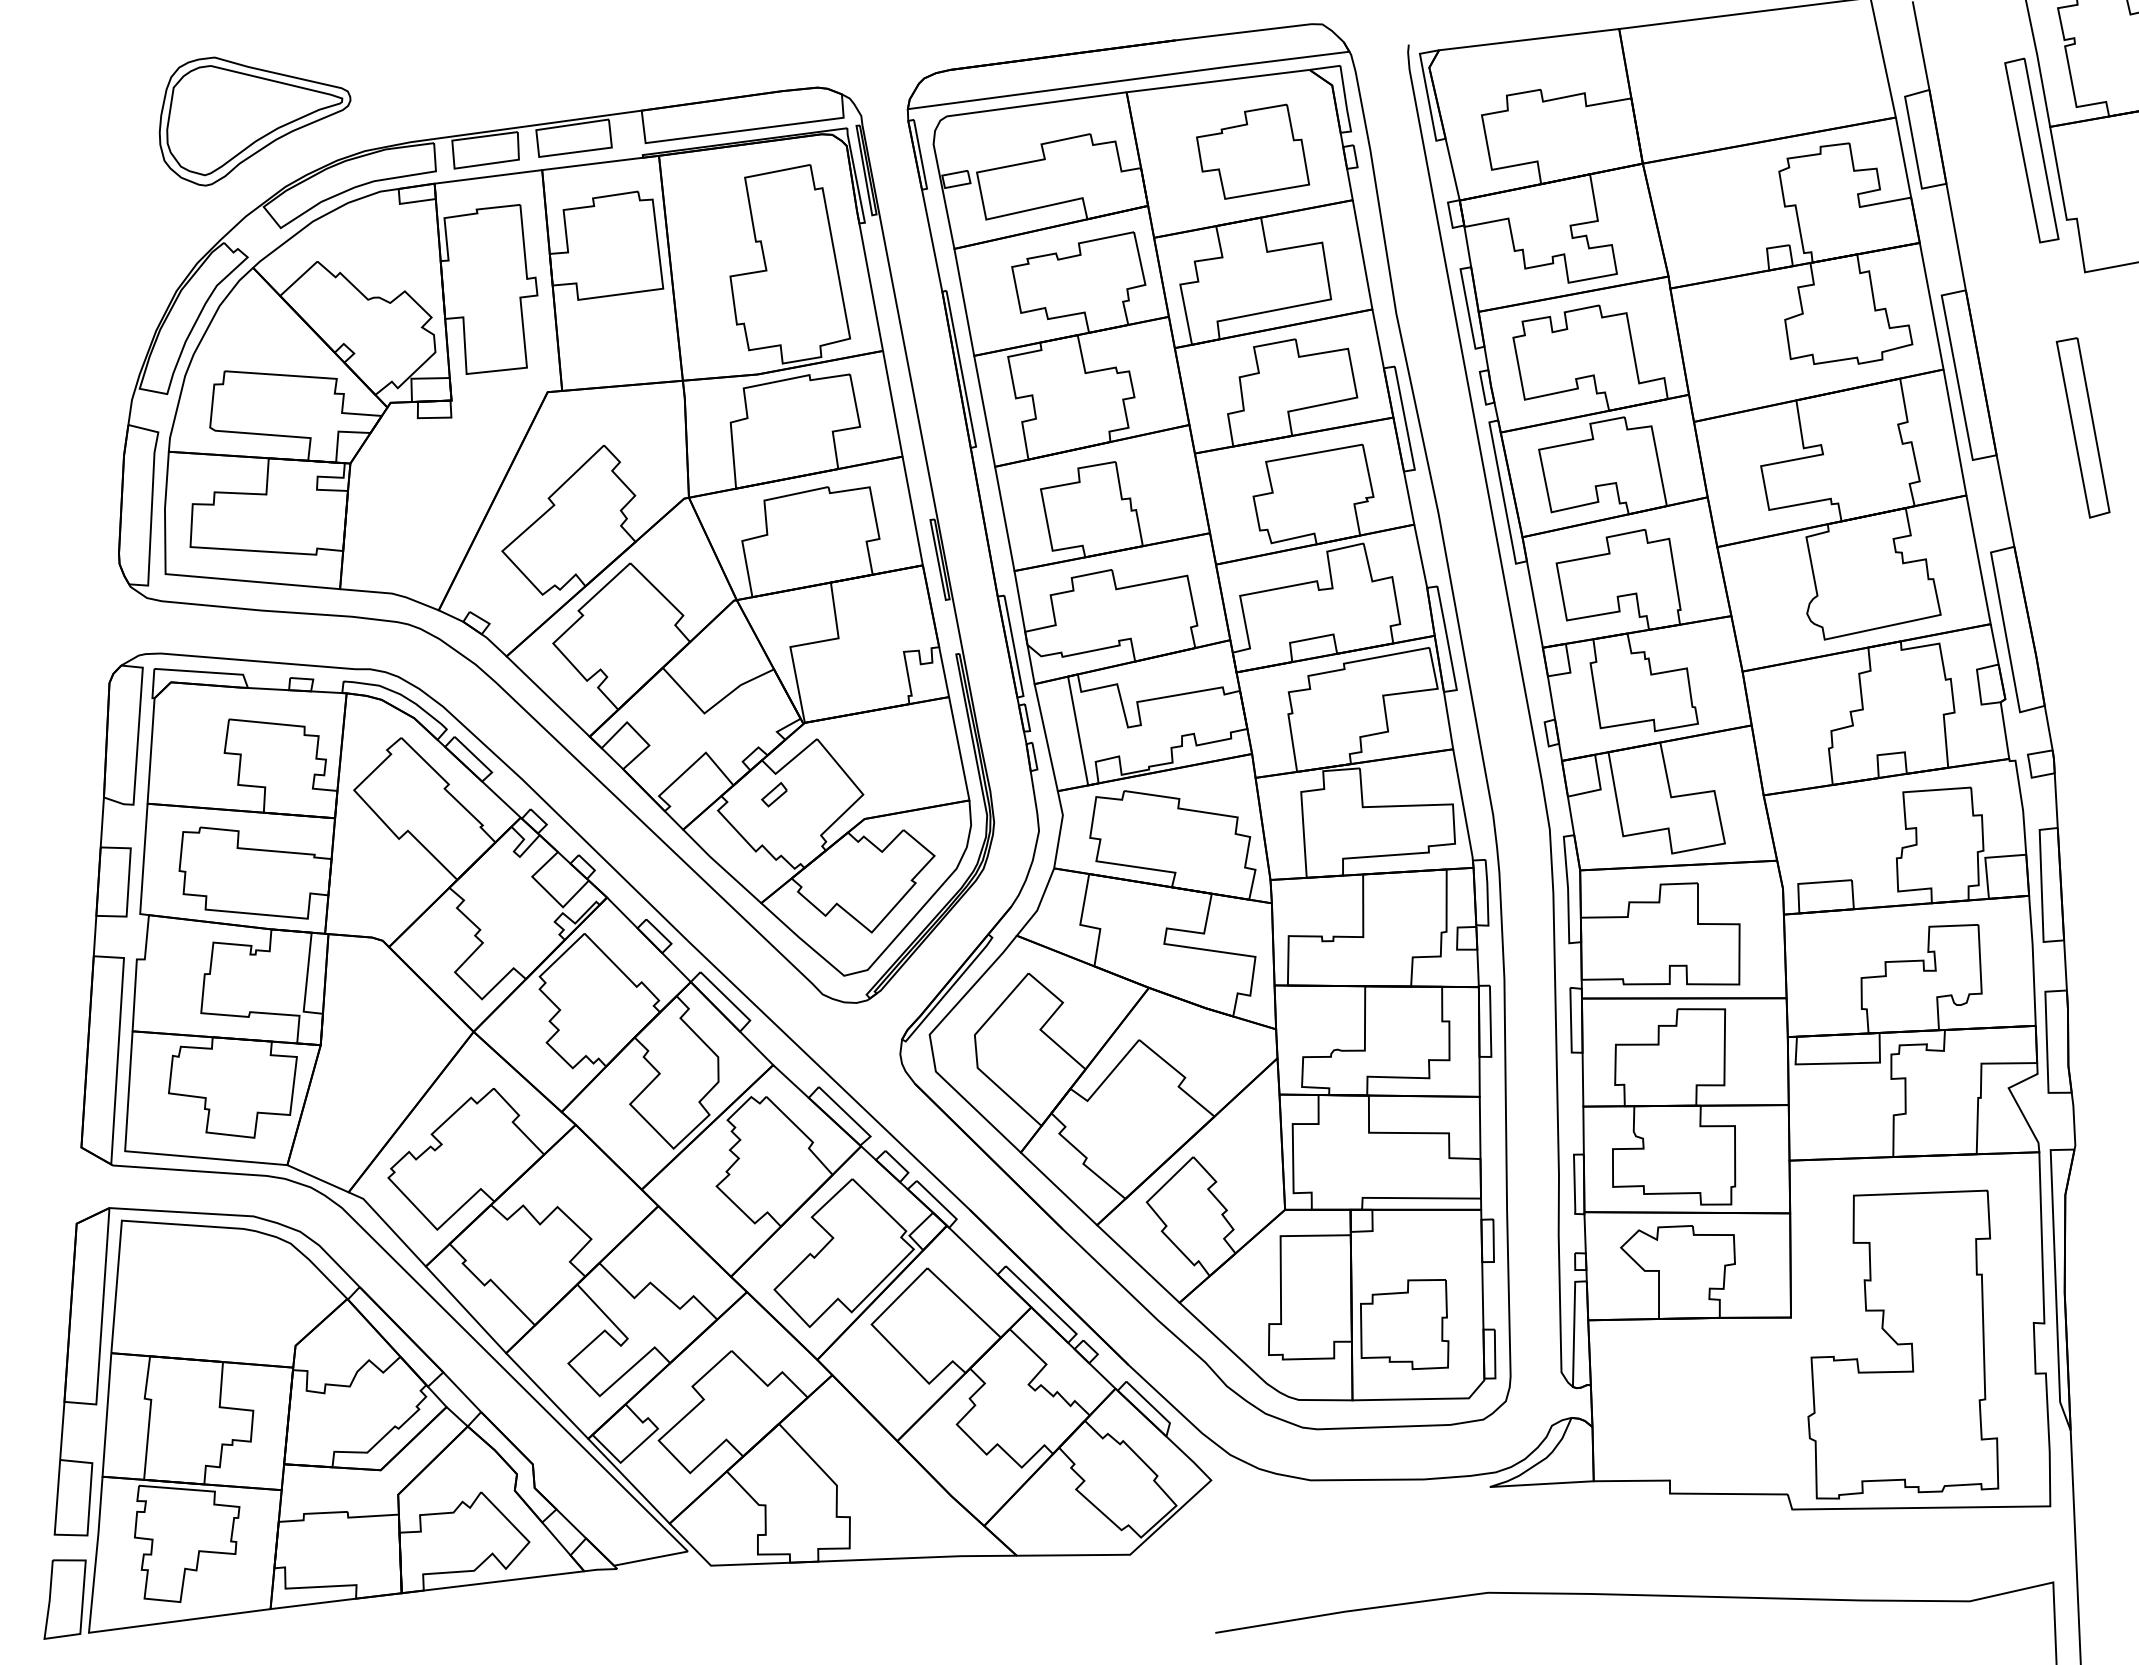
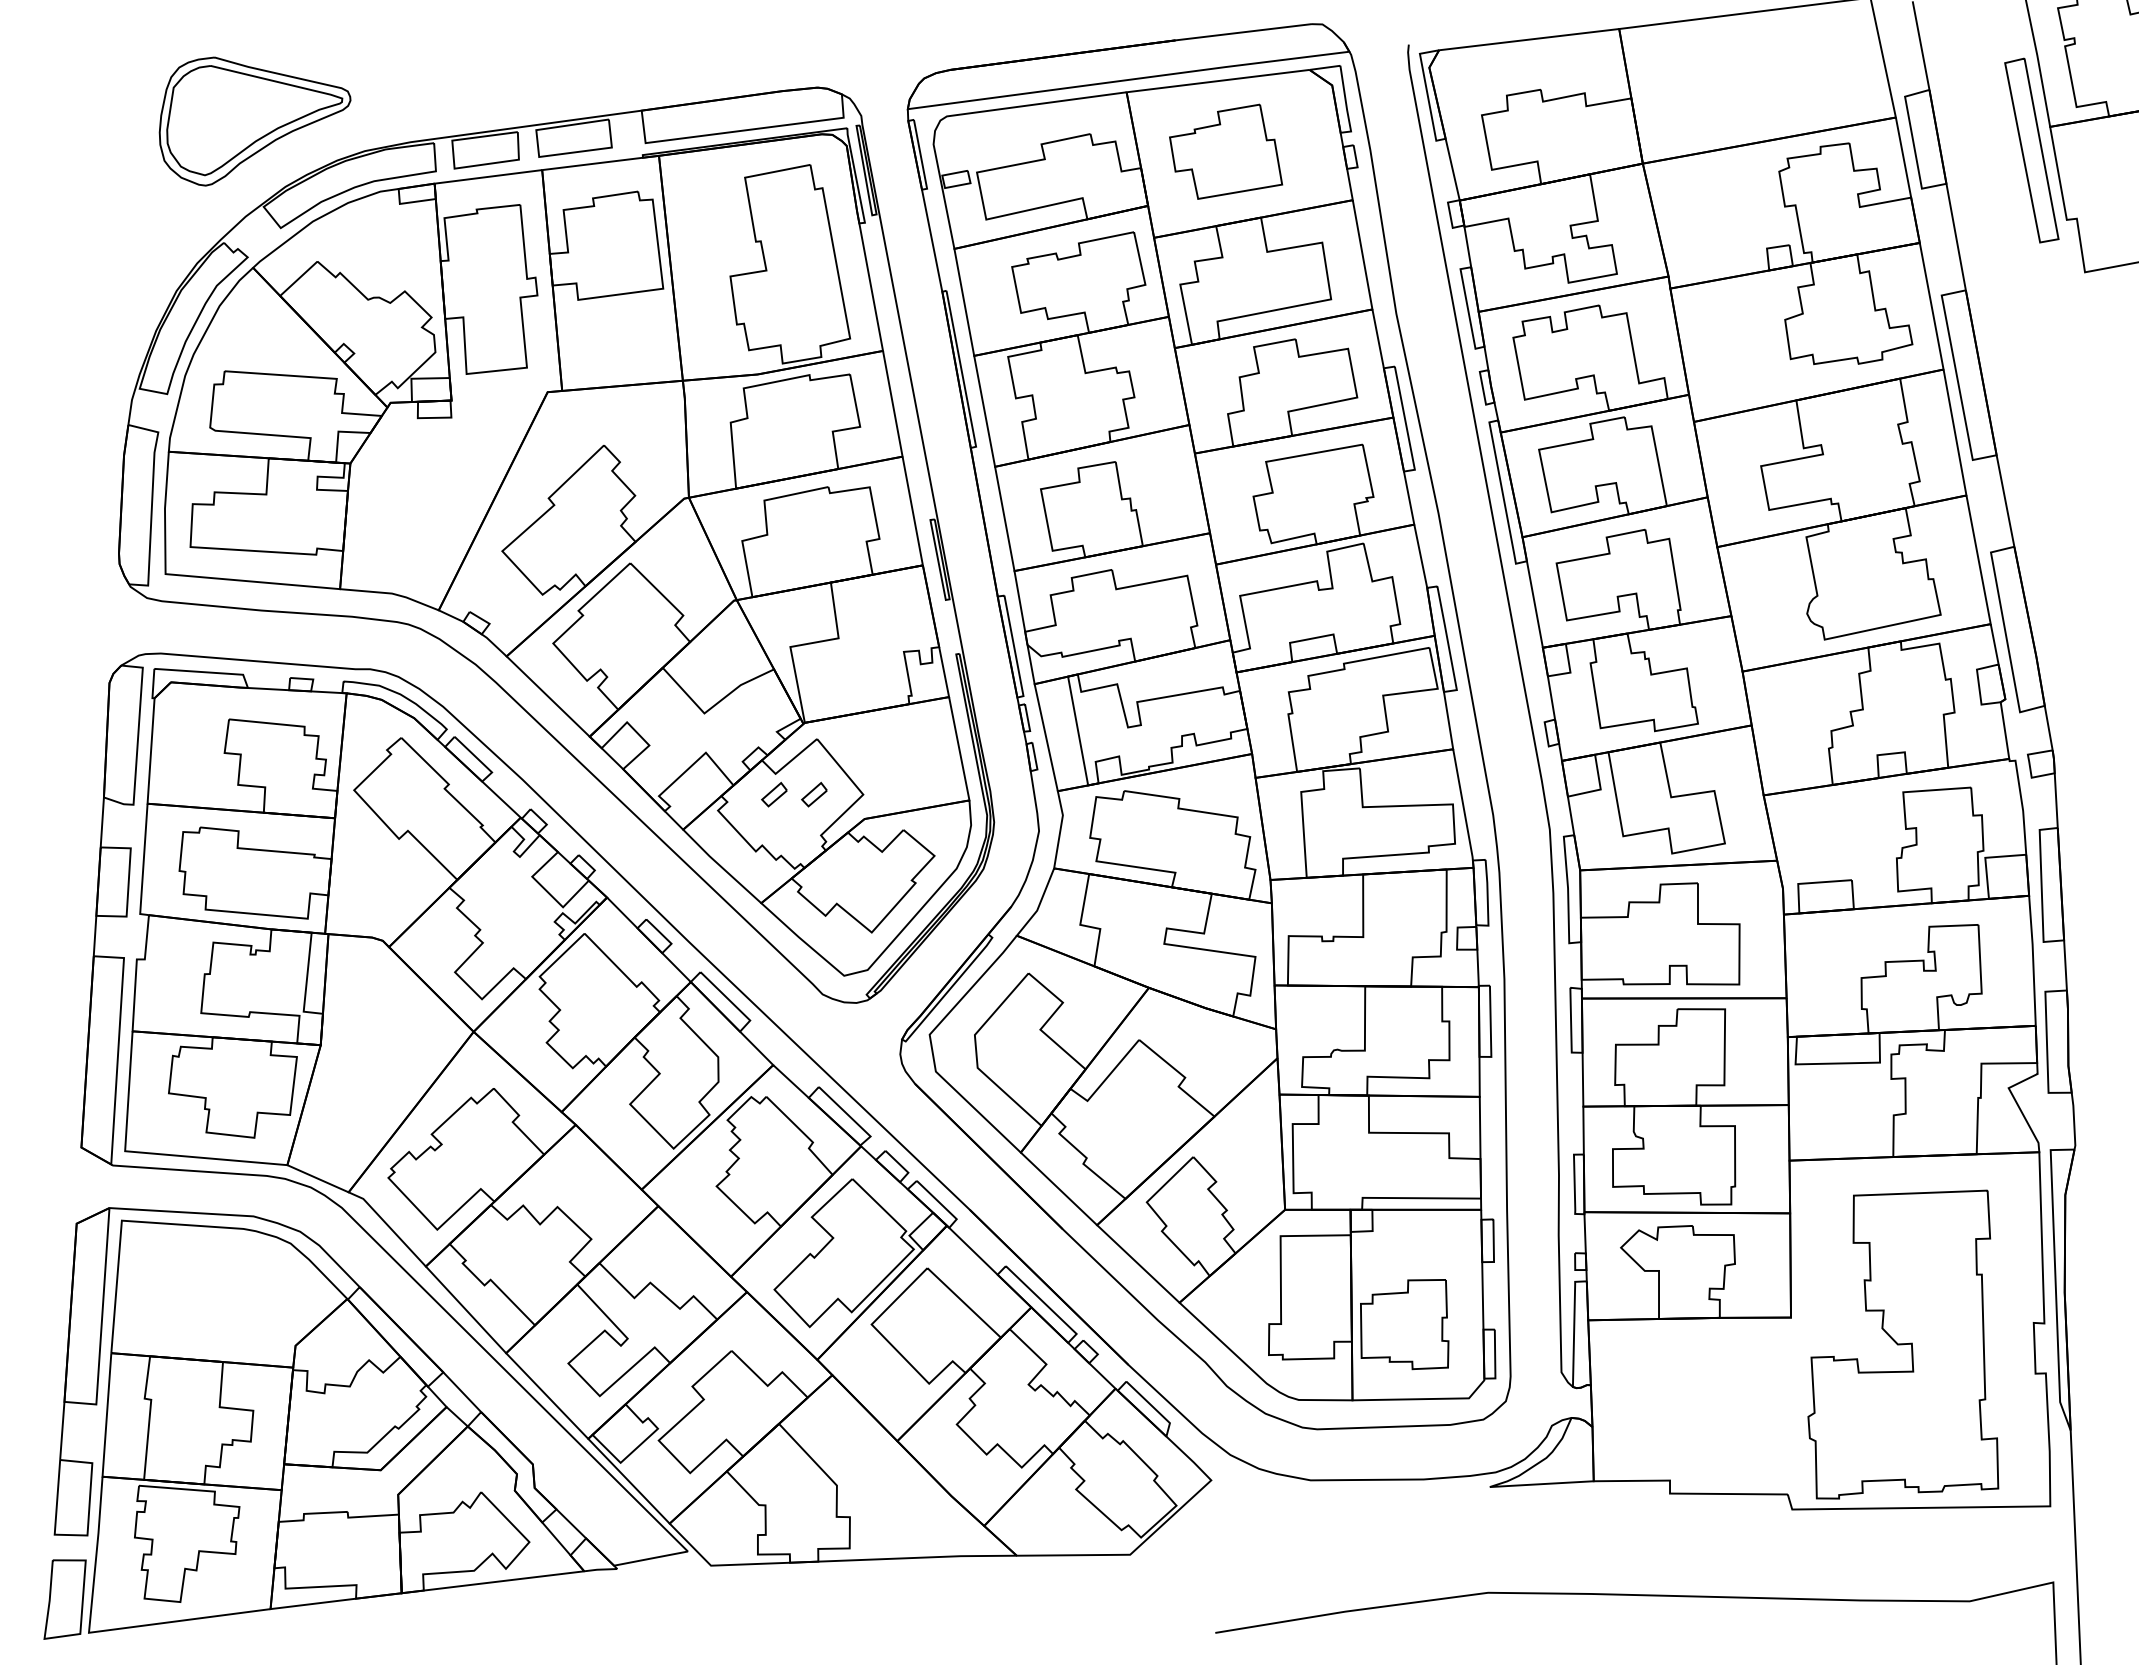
part at (1253, 151) position: (1253, 151) -> (1226, 151)
part at (2082, 427): present -> none
part at (814, 794): none -> present
